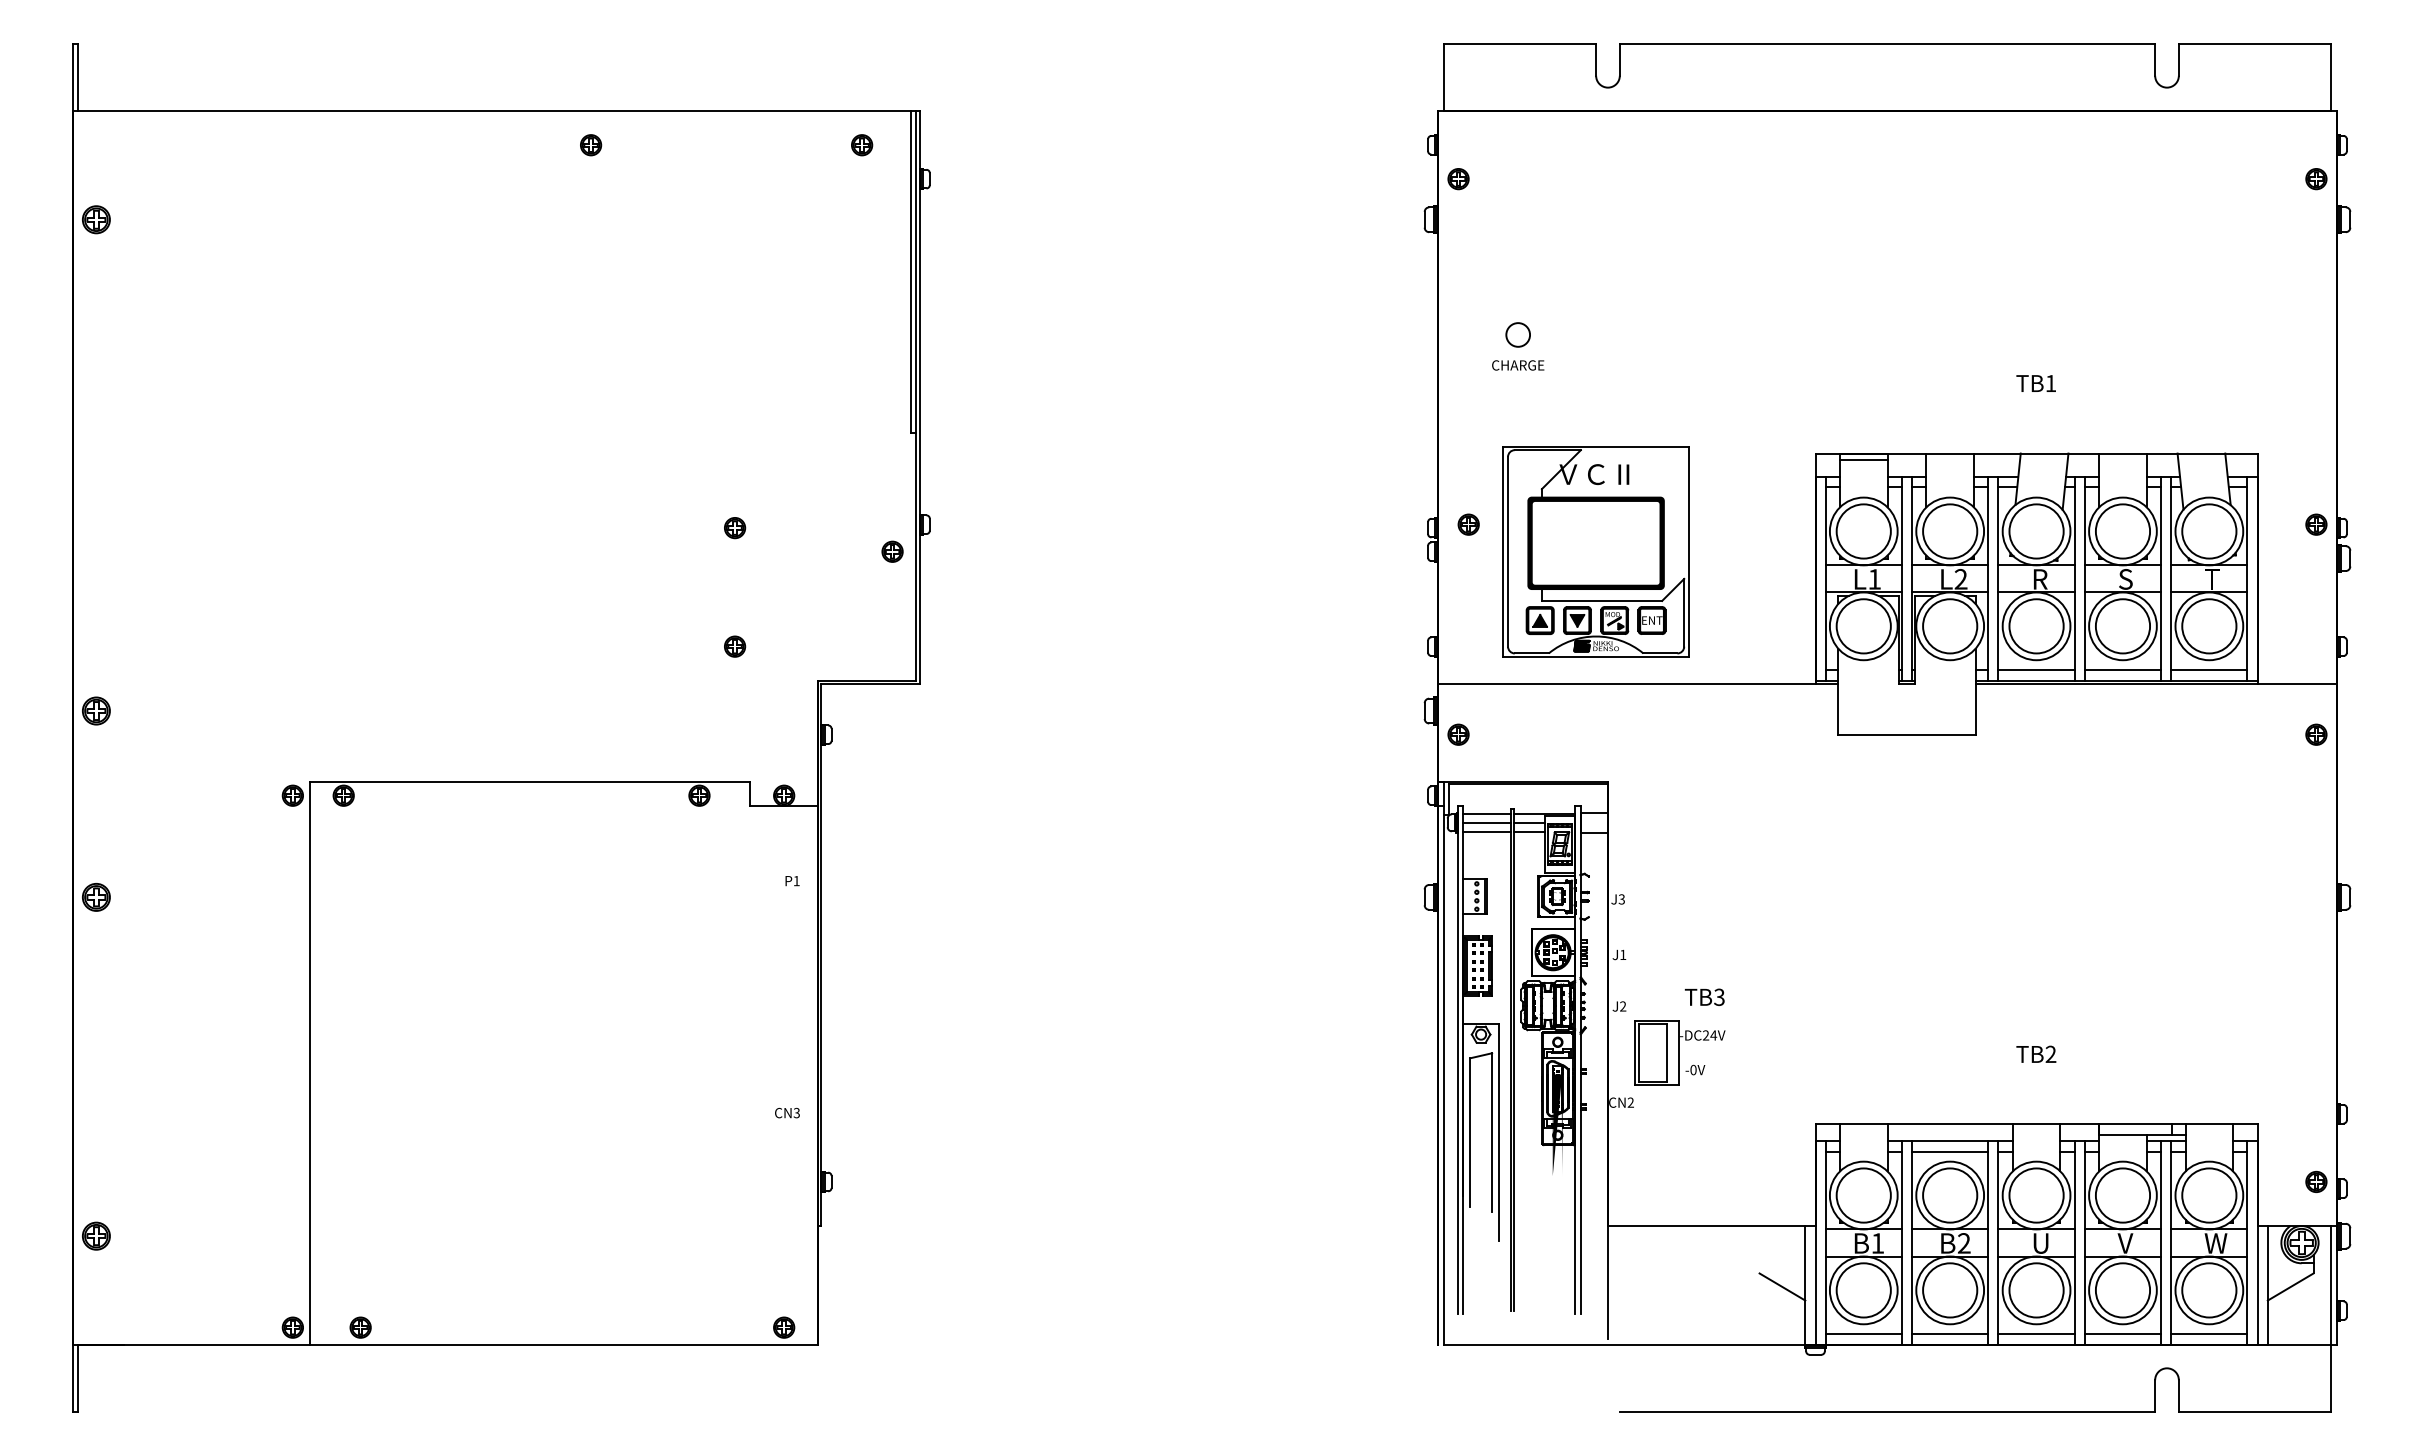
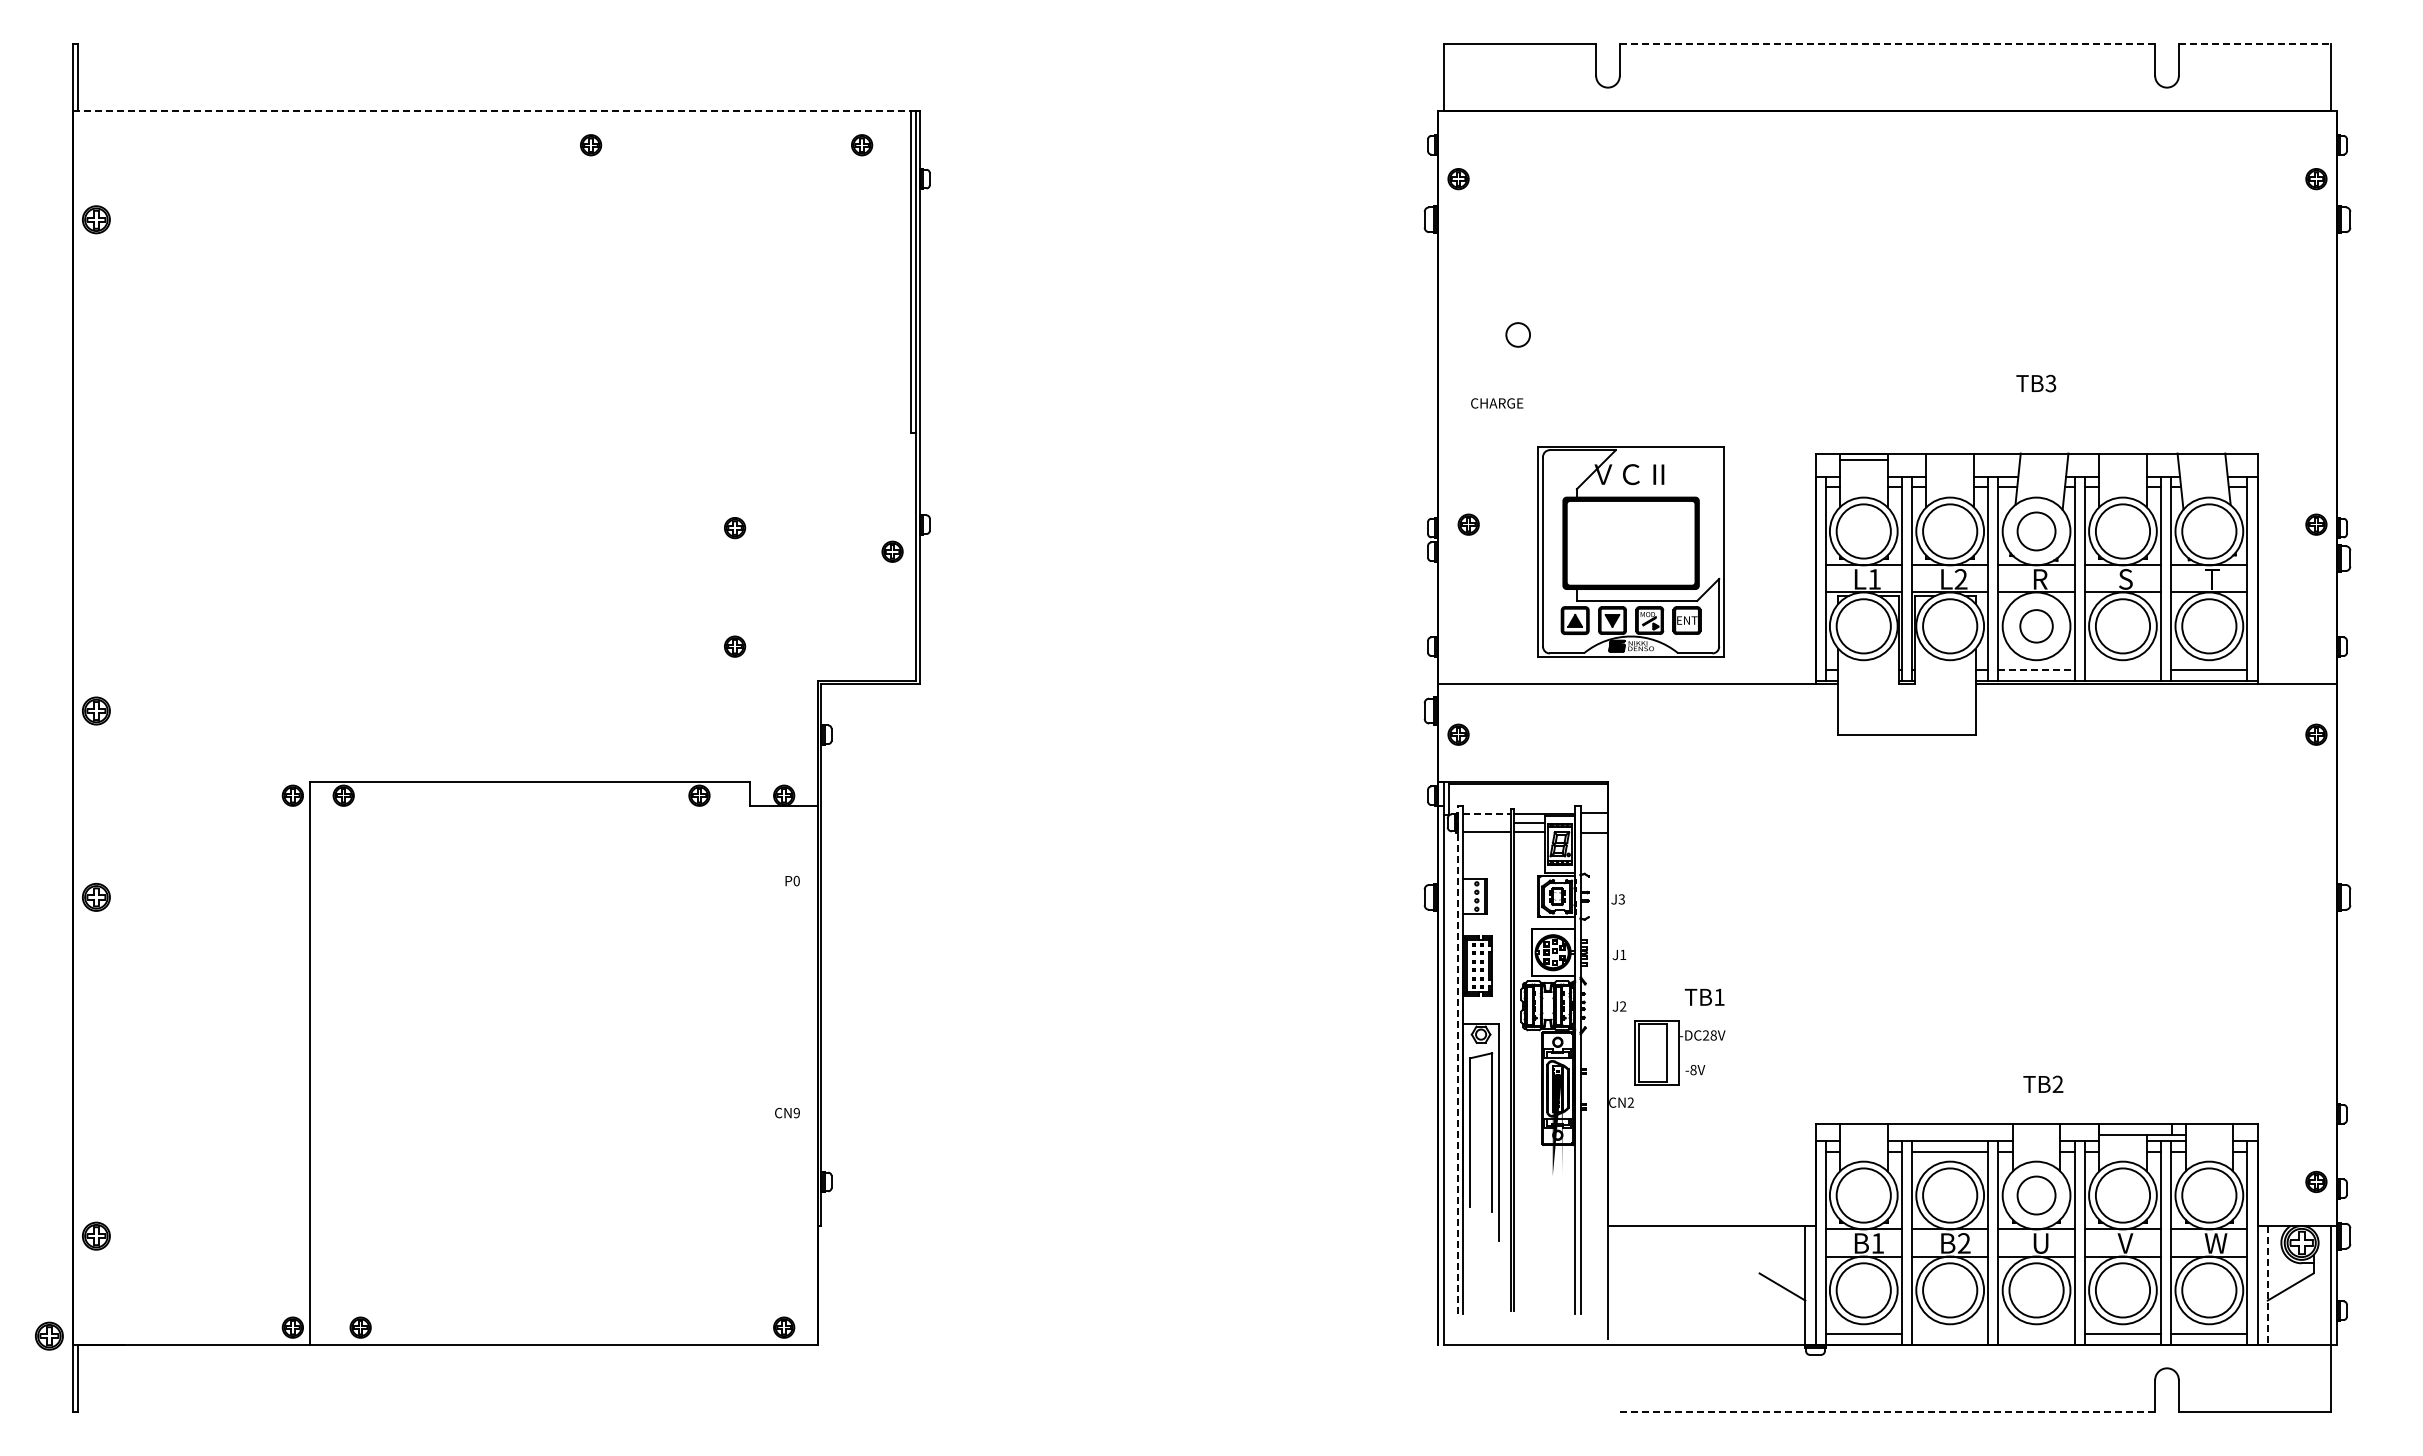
line at (1887, 43): solid -> dashed
line at (2255, 43): solid -> dashed
line at (494, 111): solid -> dashed
text at (1518, 365) position: (1518, 365) -> (1497, 403)
text at (2050, 383): TB1 -> TB3
circle at (2036, 531) diameter: 54 px -> 38 px
part at (1595, 551) position: (1595, 551) -> (1630, 551)
circle at (2036, 626) diameter: 54 px -> 33 px
line at (2037, 670): solid -> dashed
line at (2122, 670): present -> none
line at (1487, 813): solid -> dashed
line at (1486, 822): present -> none
text at (796, 880): P1 -> P0
text at (1719, 997): TB3 -> TB1
text at (1713, 1035): -DC24V -> -DC28V
text at (2036, 1053) position: (2036, 1053) -> (2043, 1083)
line at (1457, 1059): solid -> dashed
text at (1693, 1069): -0V -> -8V
text at (796, 1113): CN3 -> CN9
circle at (2036, 1195) diameter: 54 px -> 38 px
line at (2267, 1285): solid -> dashed
line at (1950, 1334): present -> none
line at (2036, 1334): present -> none
part at (49, 1335): none -> present
line at (1887, 1412): solid -> dashed
